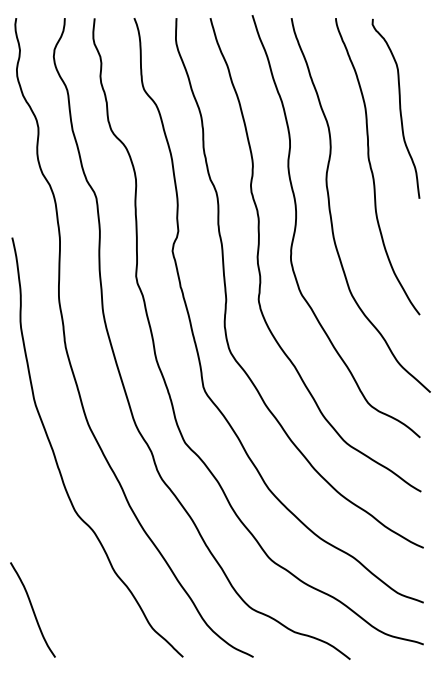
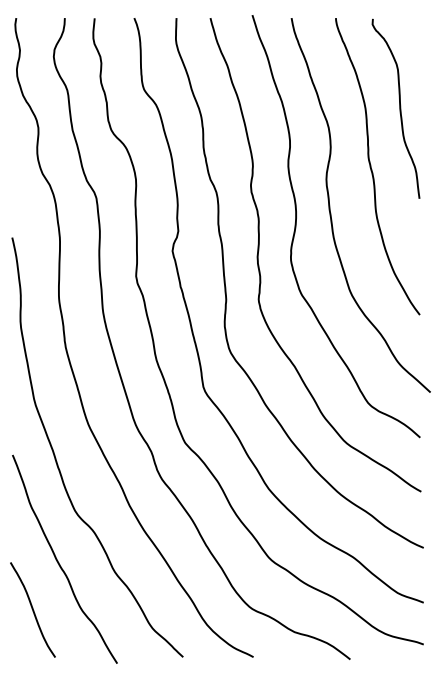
curve at (58, 560): none -> present
